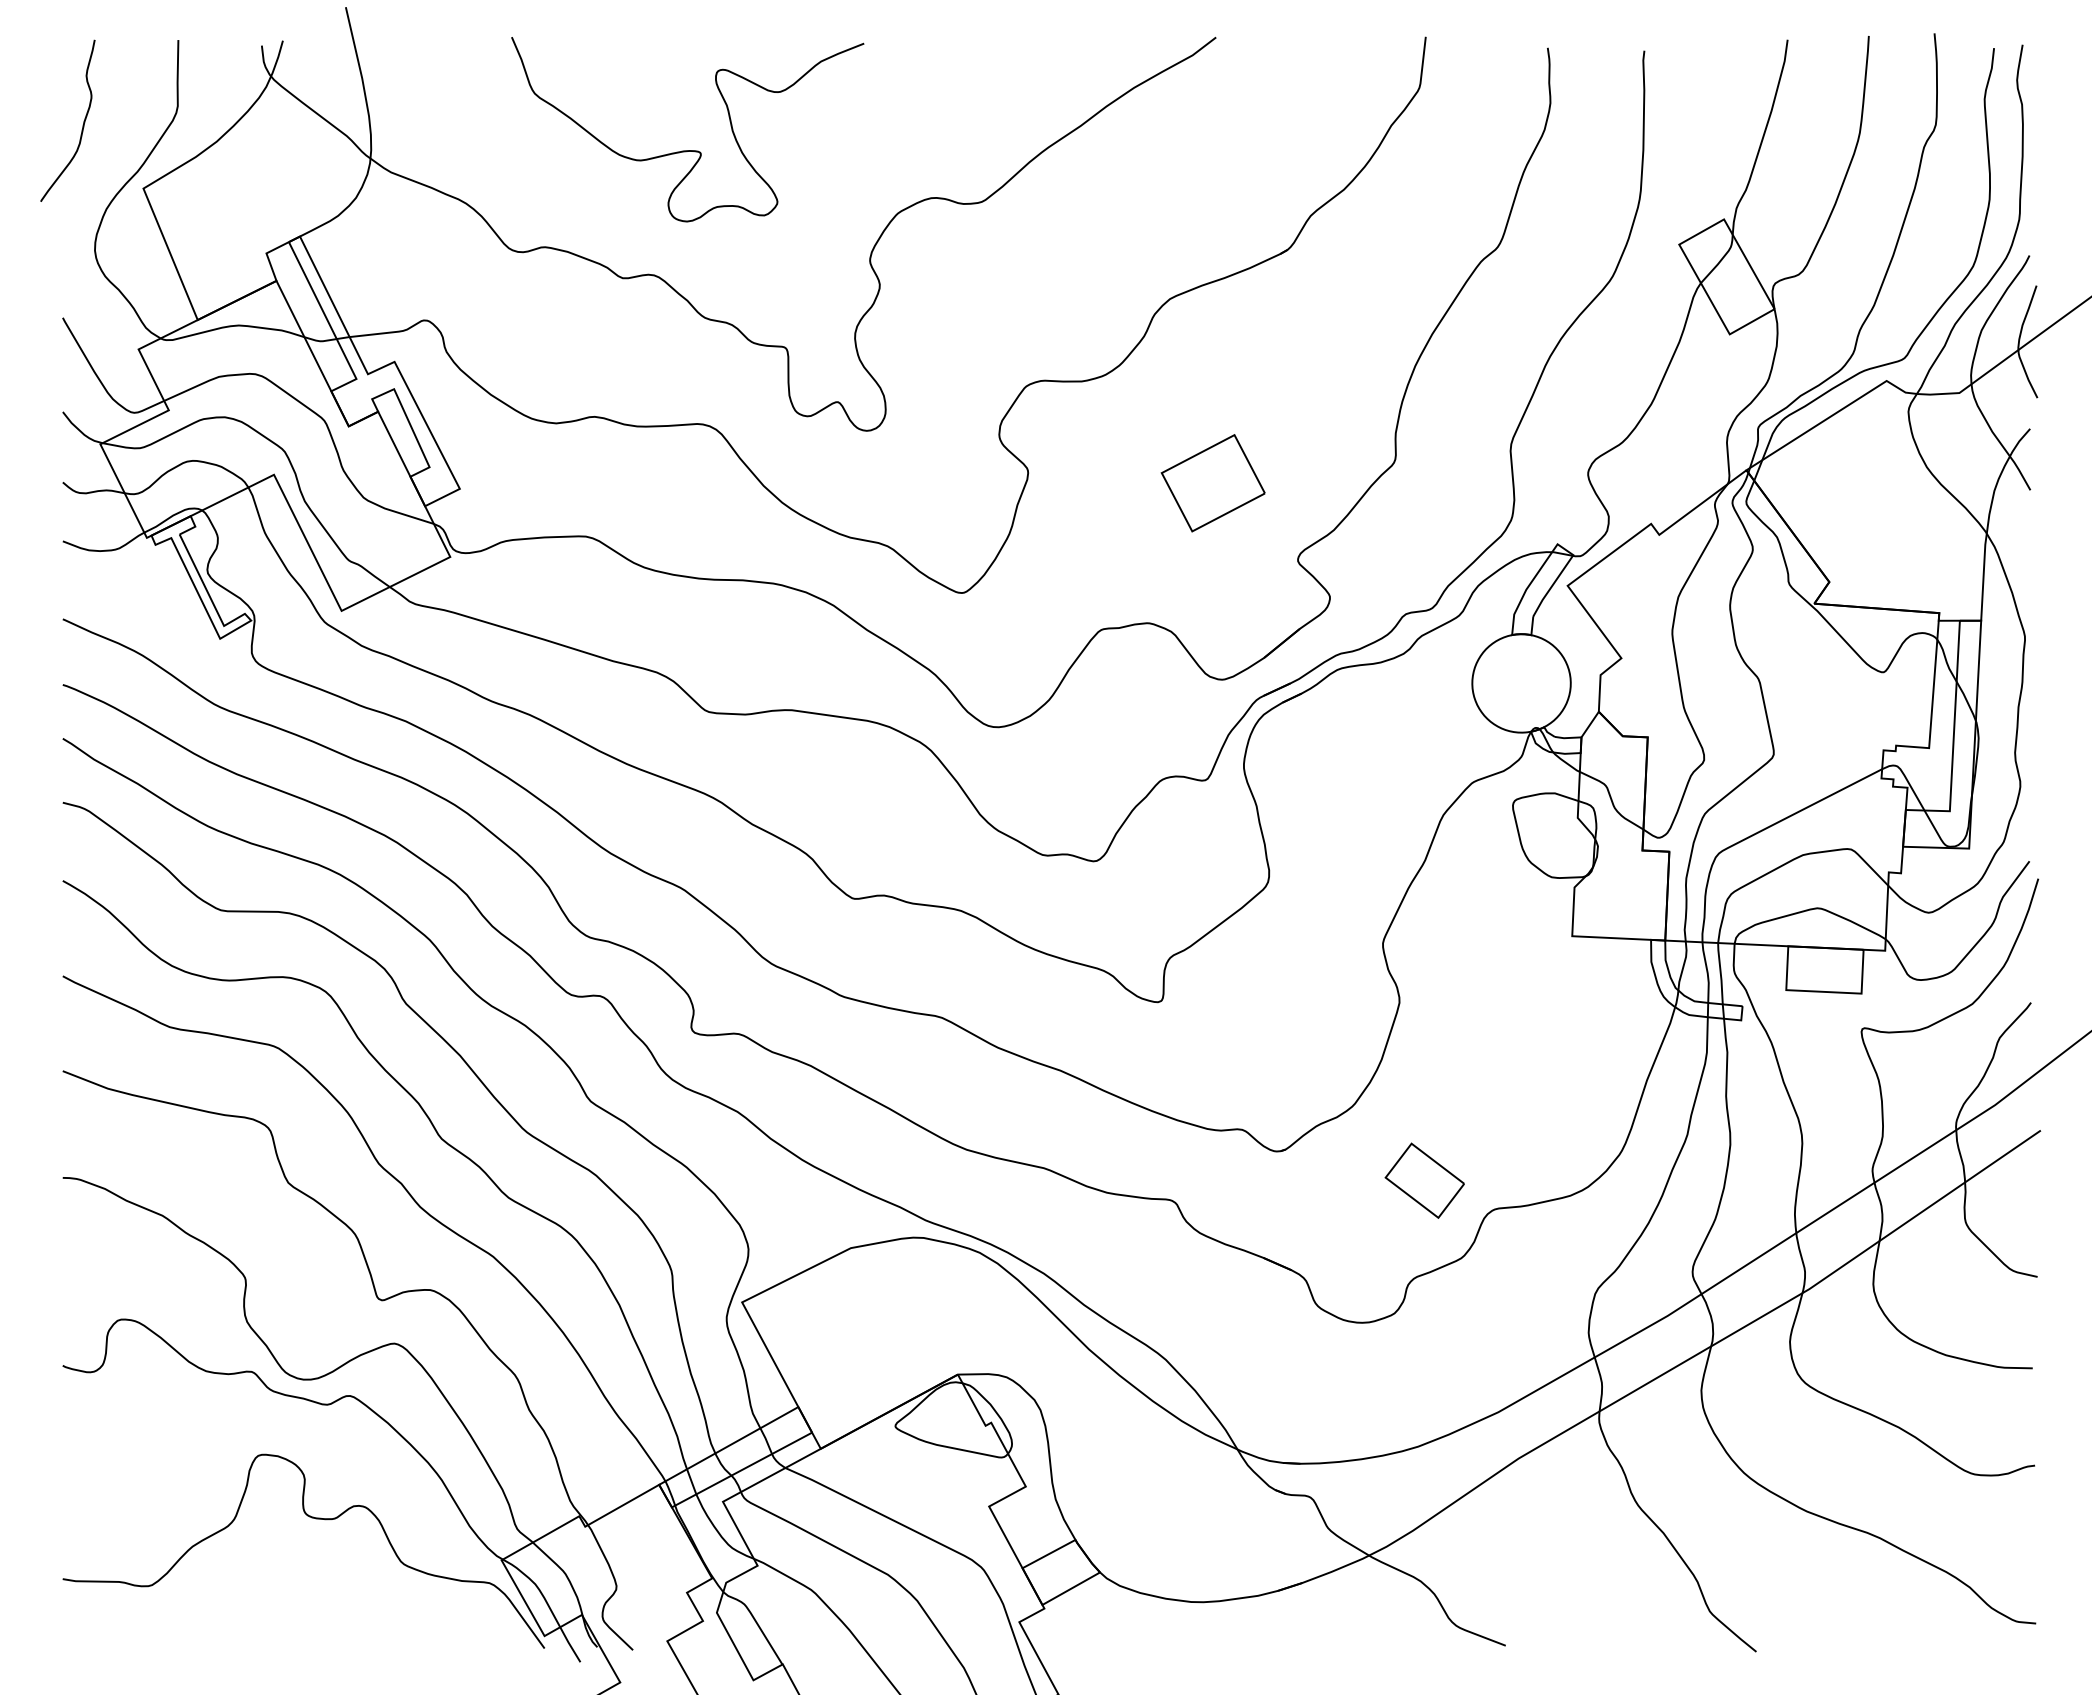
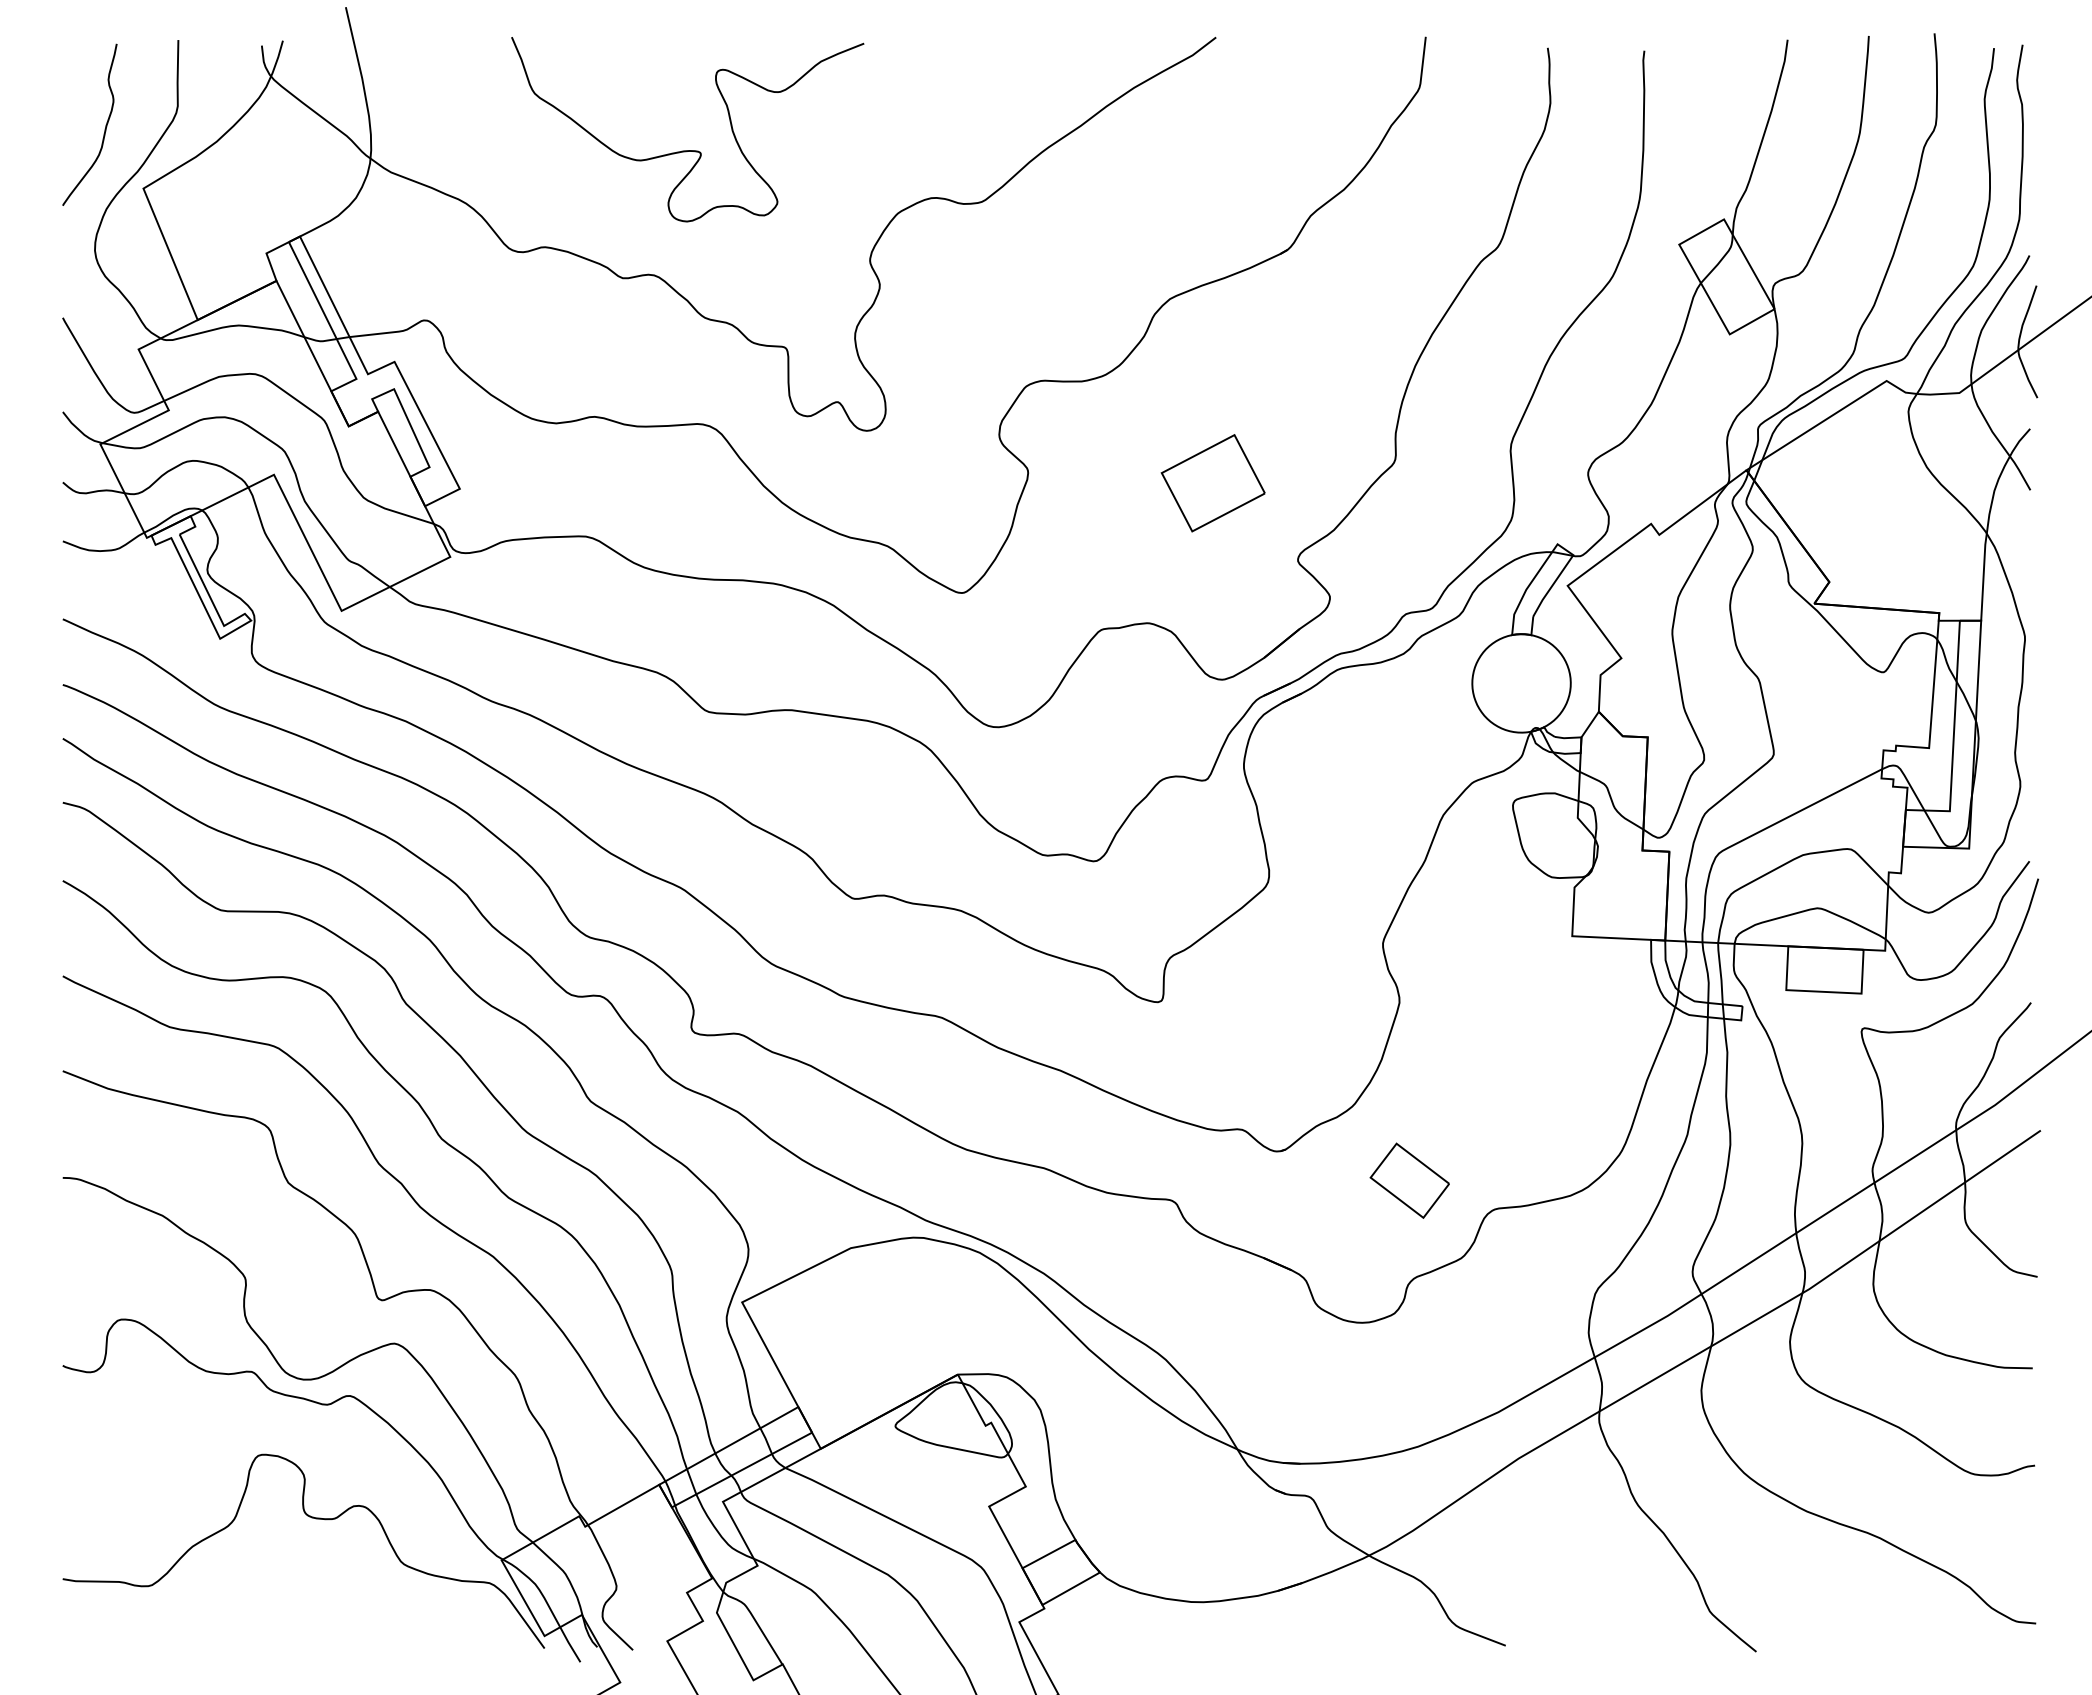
curve at (82, 125) position: (82, 125) -> (104, 129)
part at (1424, 1180) position: (1424, 1180) -> (1409, 1180)
